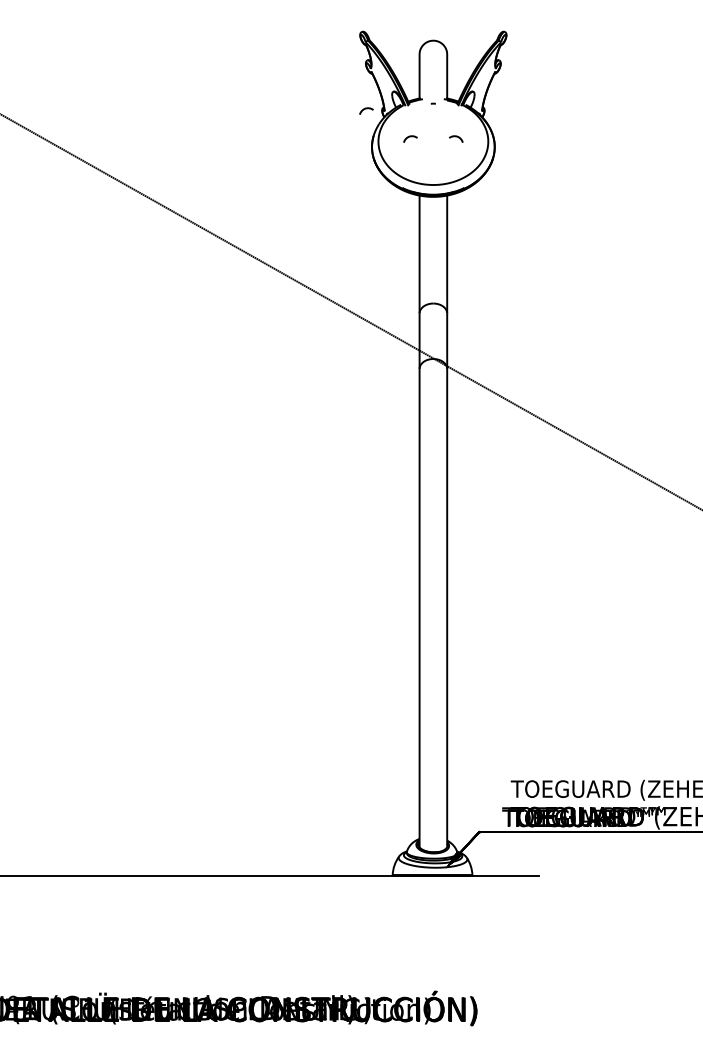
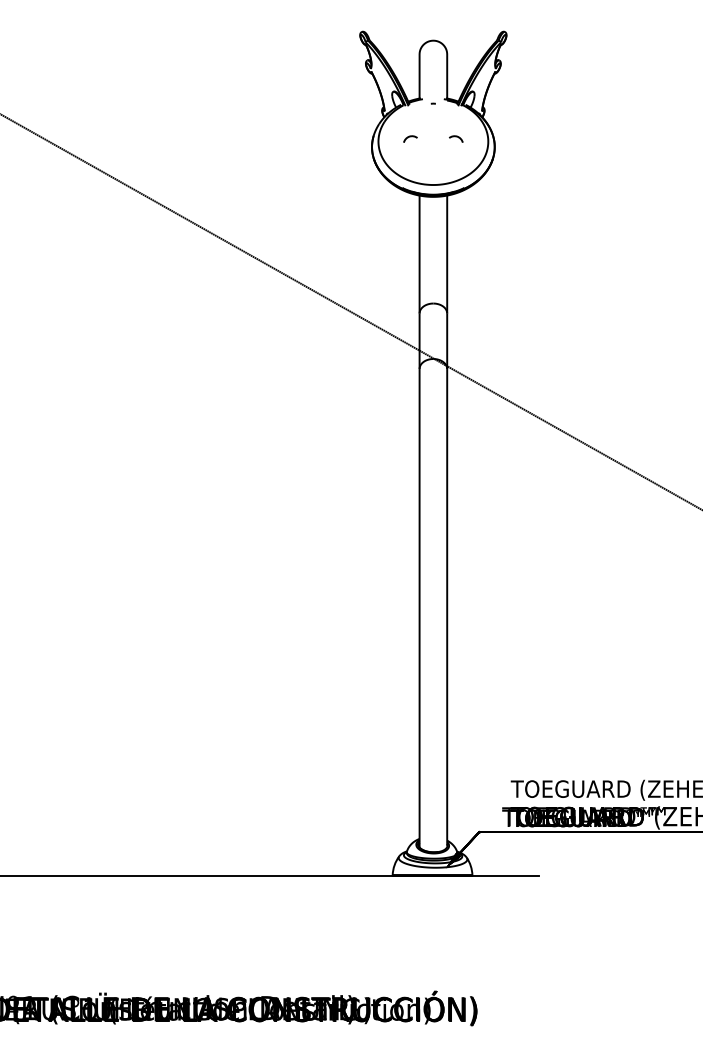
arc at (366, 109): present -> none
